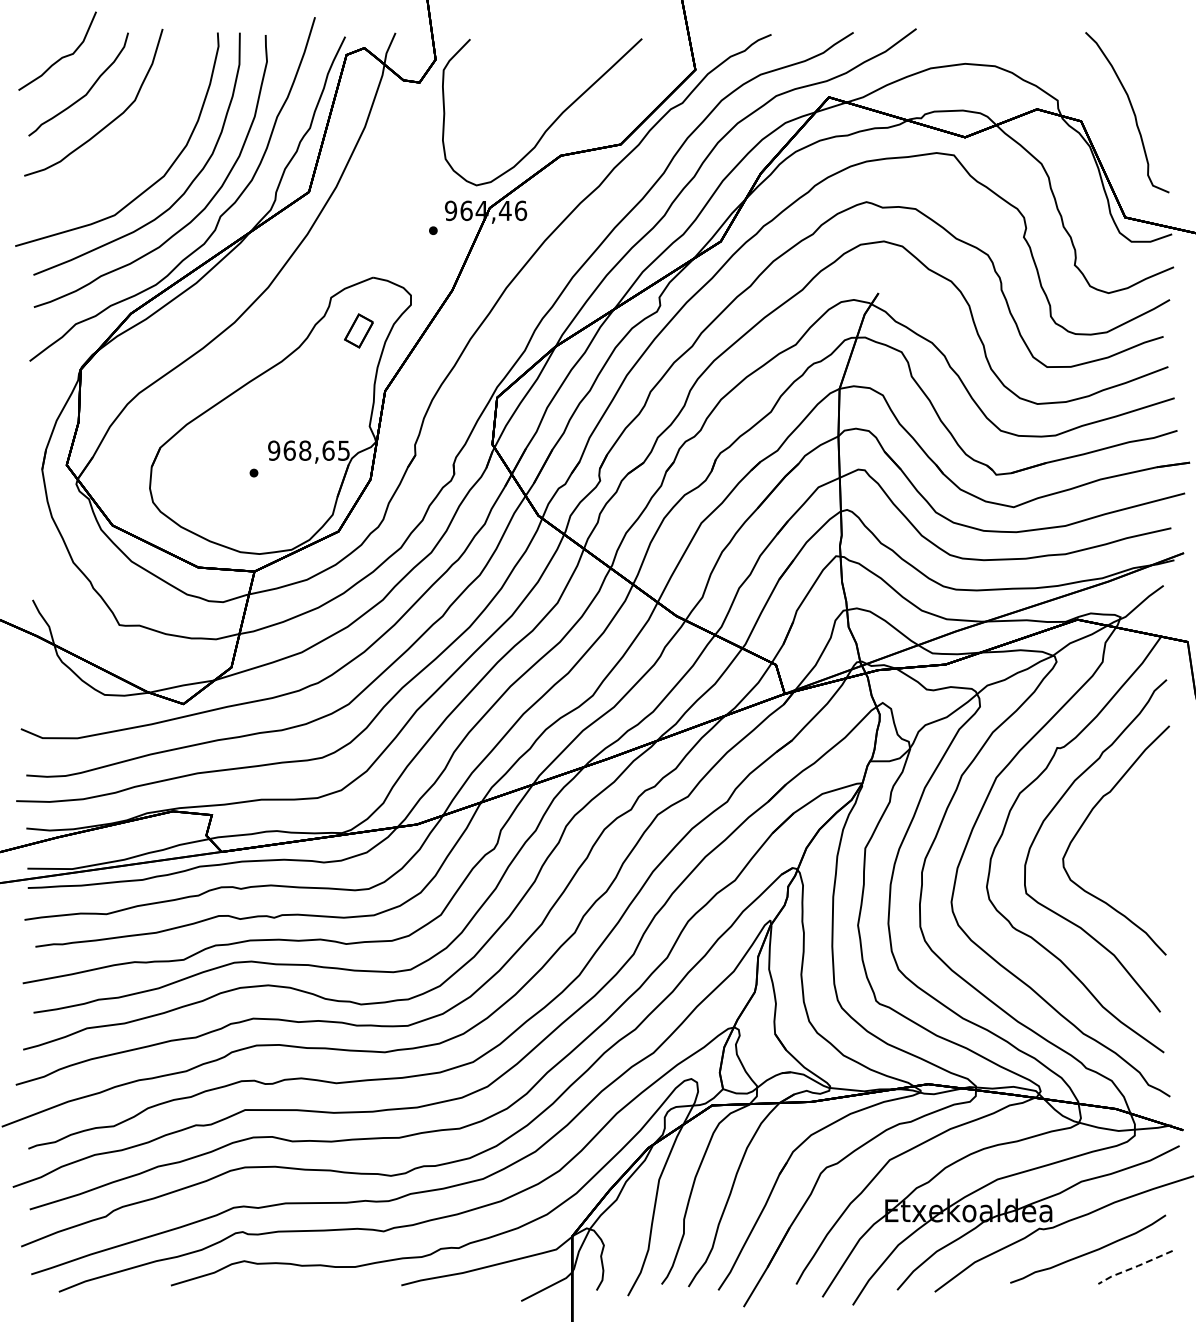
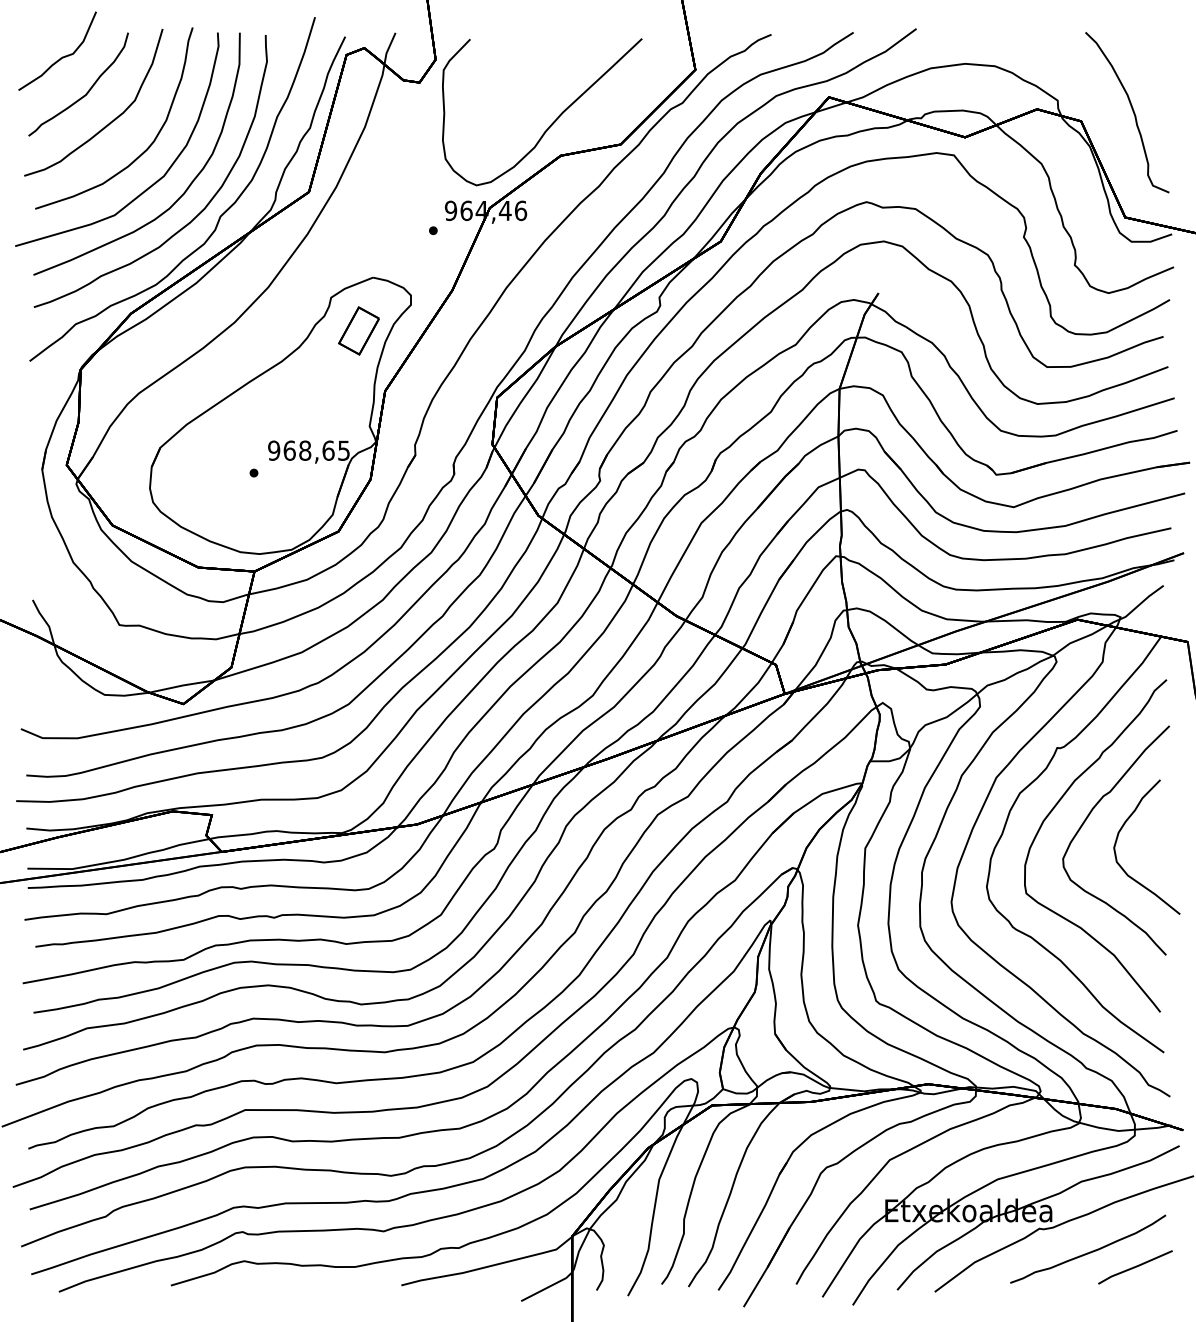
curve at (145, 149): none -> present
part at (358, 330) size: 30x36 px -> 42x50 px
curve at (1118, 837): none -> present
line at (1134, 1267): dashed -> solid
